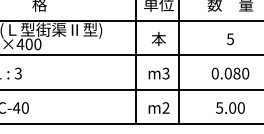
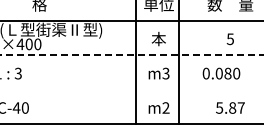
line at (132, 55): solid -> dashed
text at (230, 73) position: (230, 73) -> (221, 73)
line at (131, 89): present -> none
text at (236, 107): 5.00 -> 5.87
